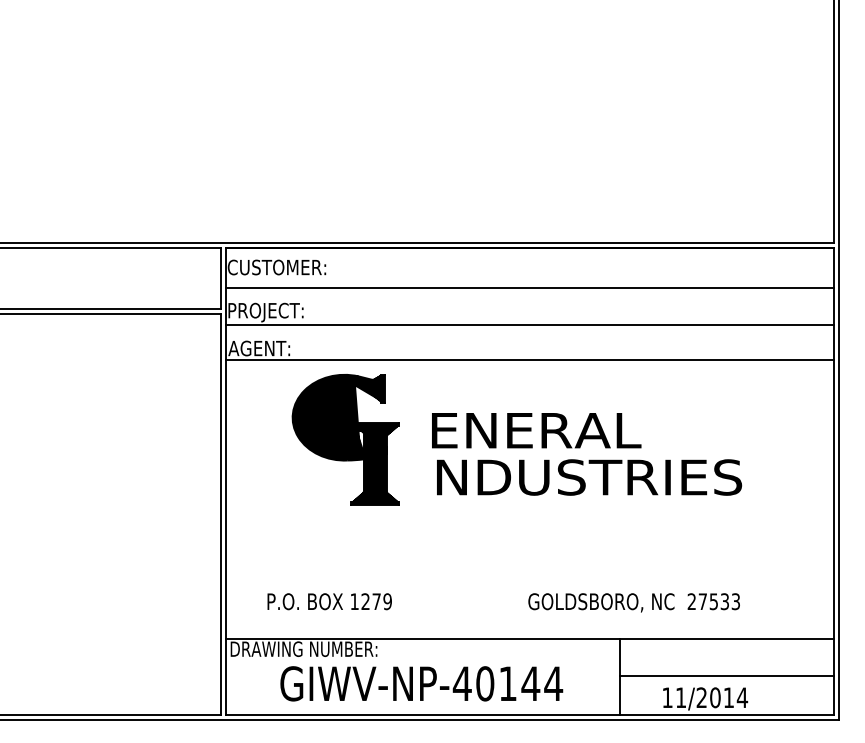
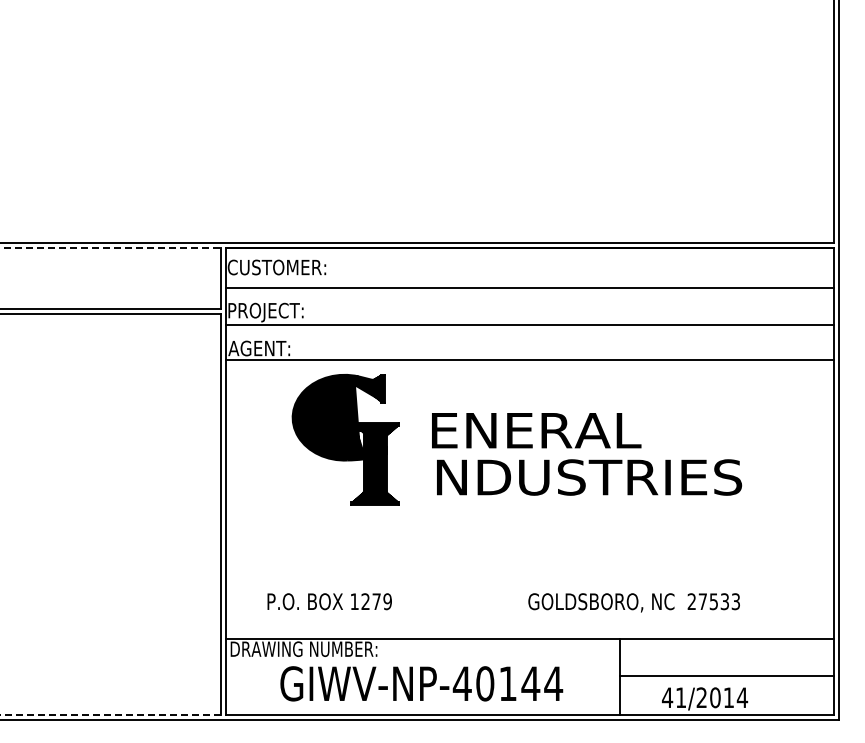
line at (110, 248): solid -> dashed
text at (667, 697): 11/2014 -> 41/2014
line at (110, 715): solid -> dashed
